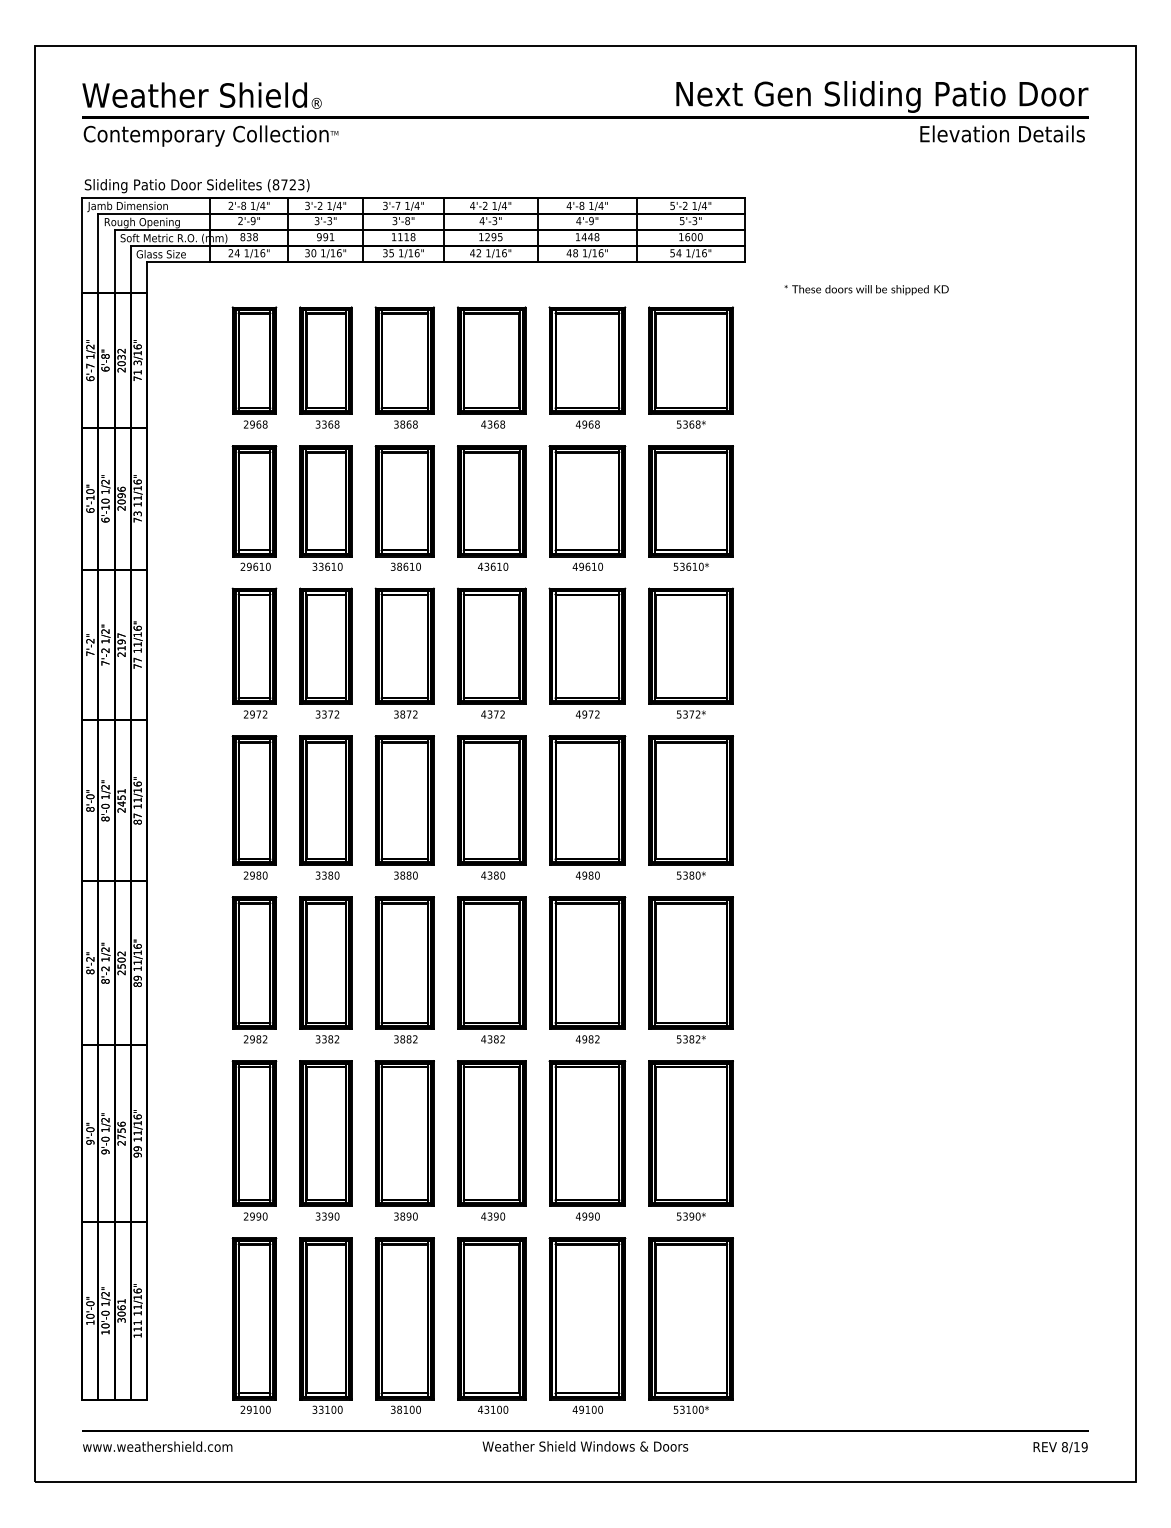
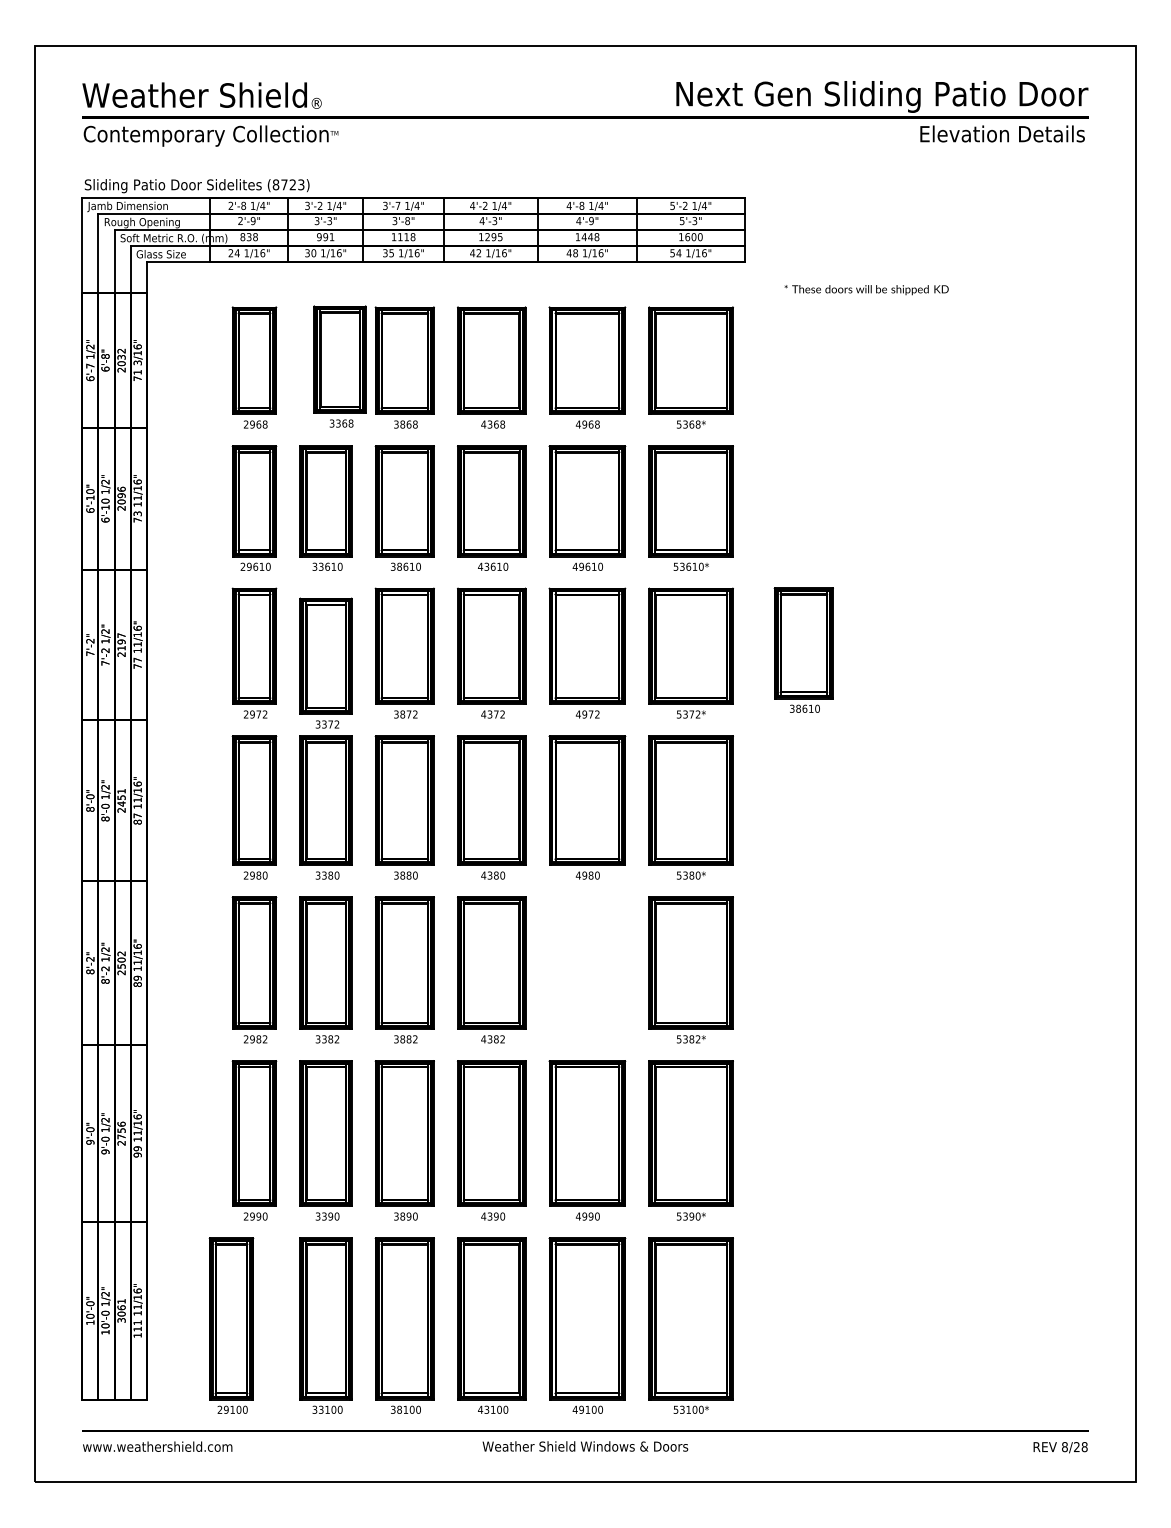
part at (325, 367) position: (325, 367) -> (339, 366)
part at (803, 649): none -> present
part at (325, 652) position: (325, 652) -> (325, 662)
part at (587, 969): present -> none
part at (254, 1325) position: (254, 1325) -> (231, 1325)
text at (1080, 1447): 8/19 -> 8/28
